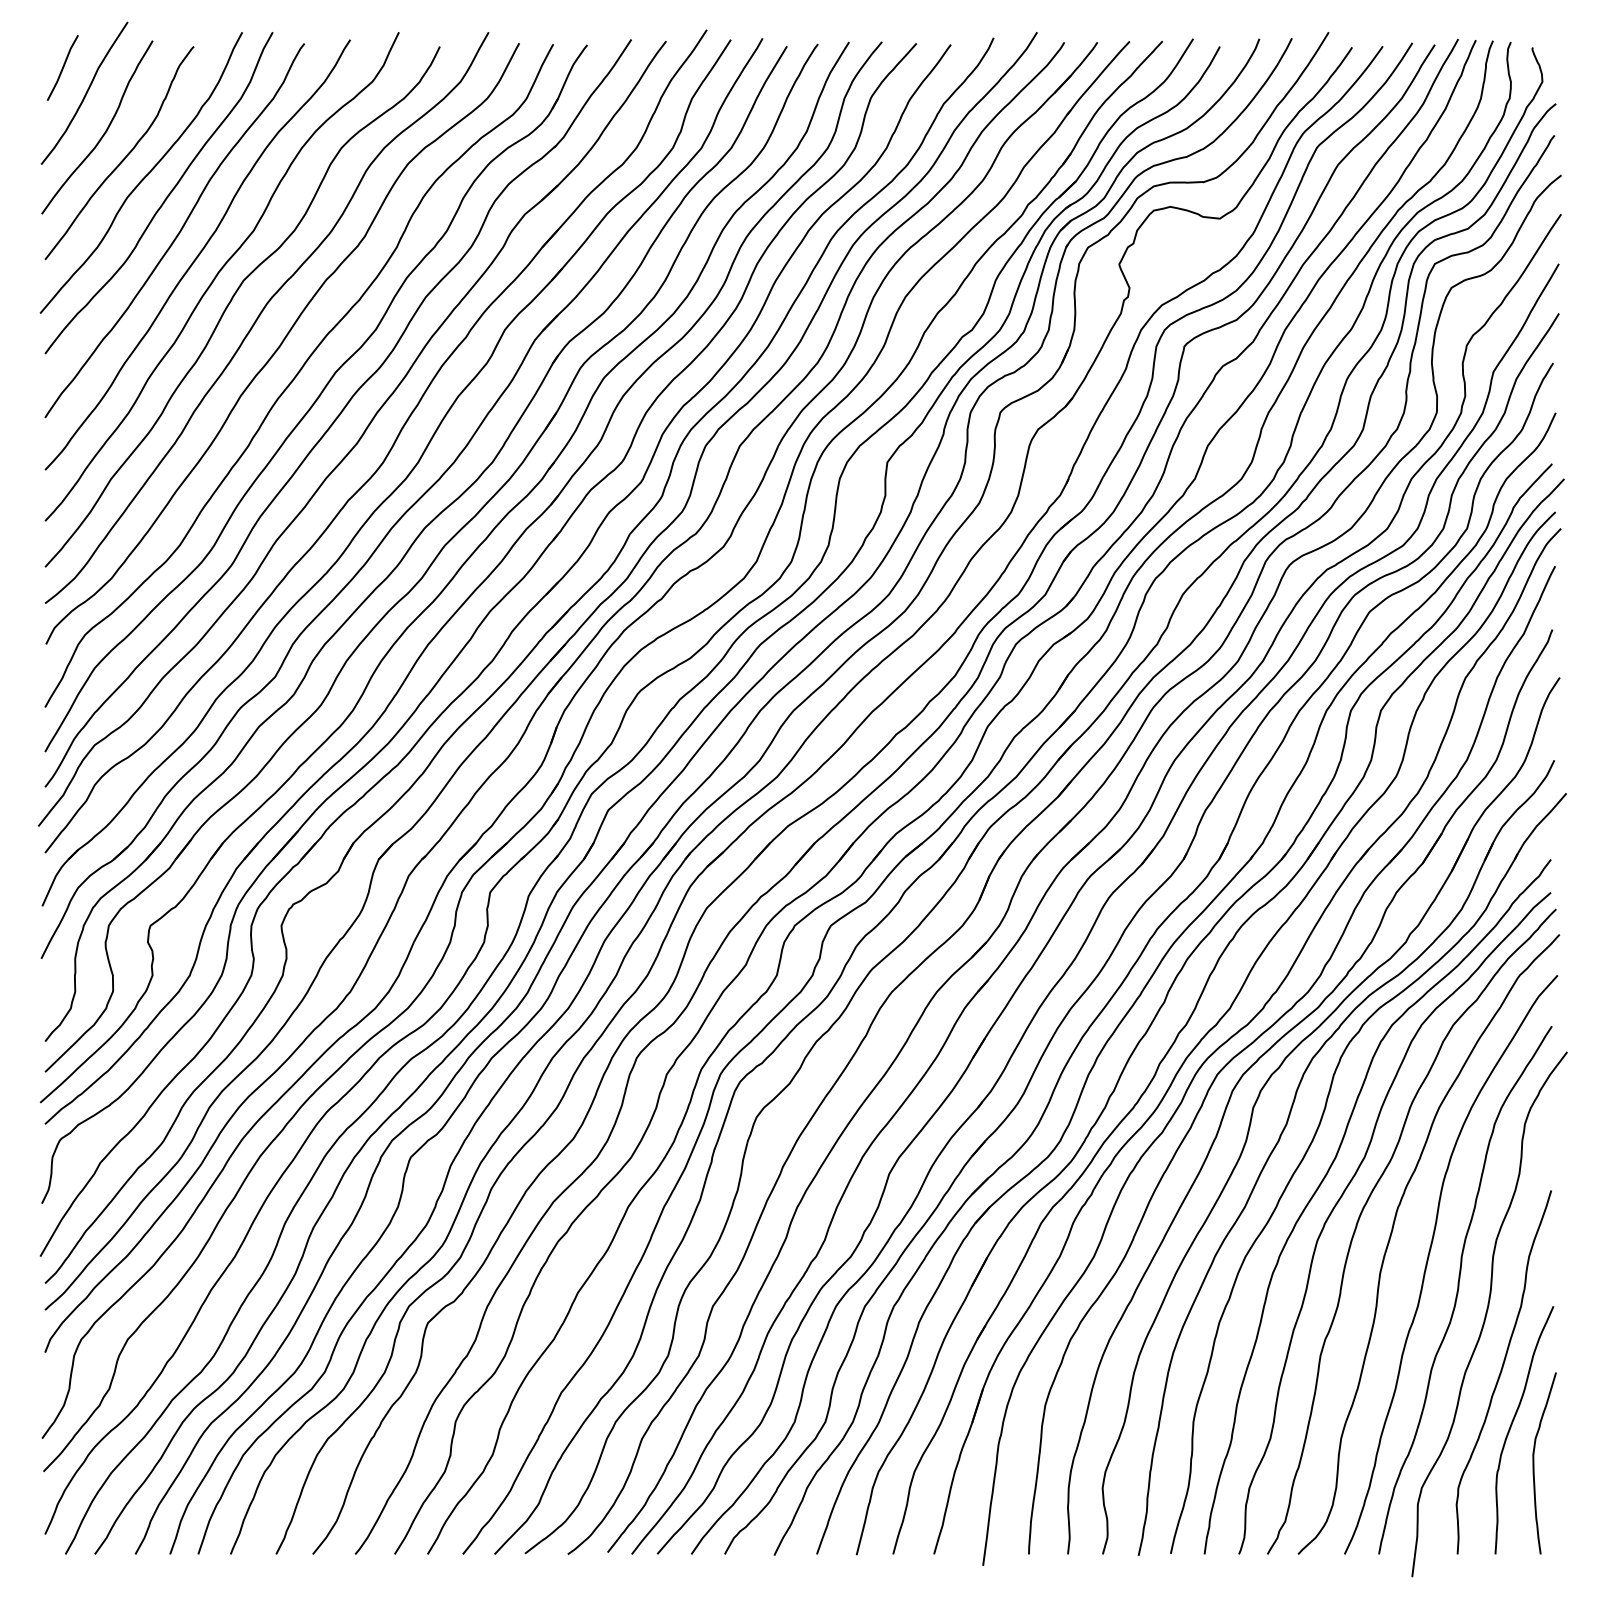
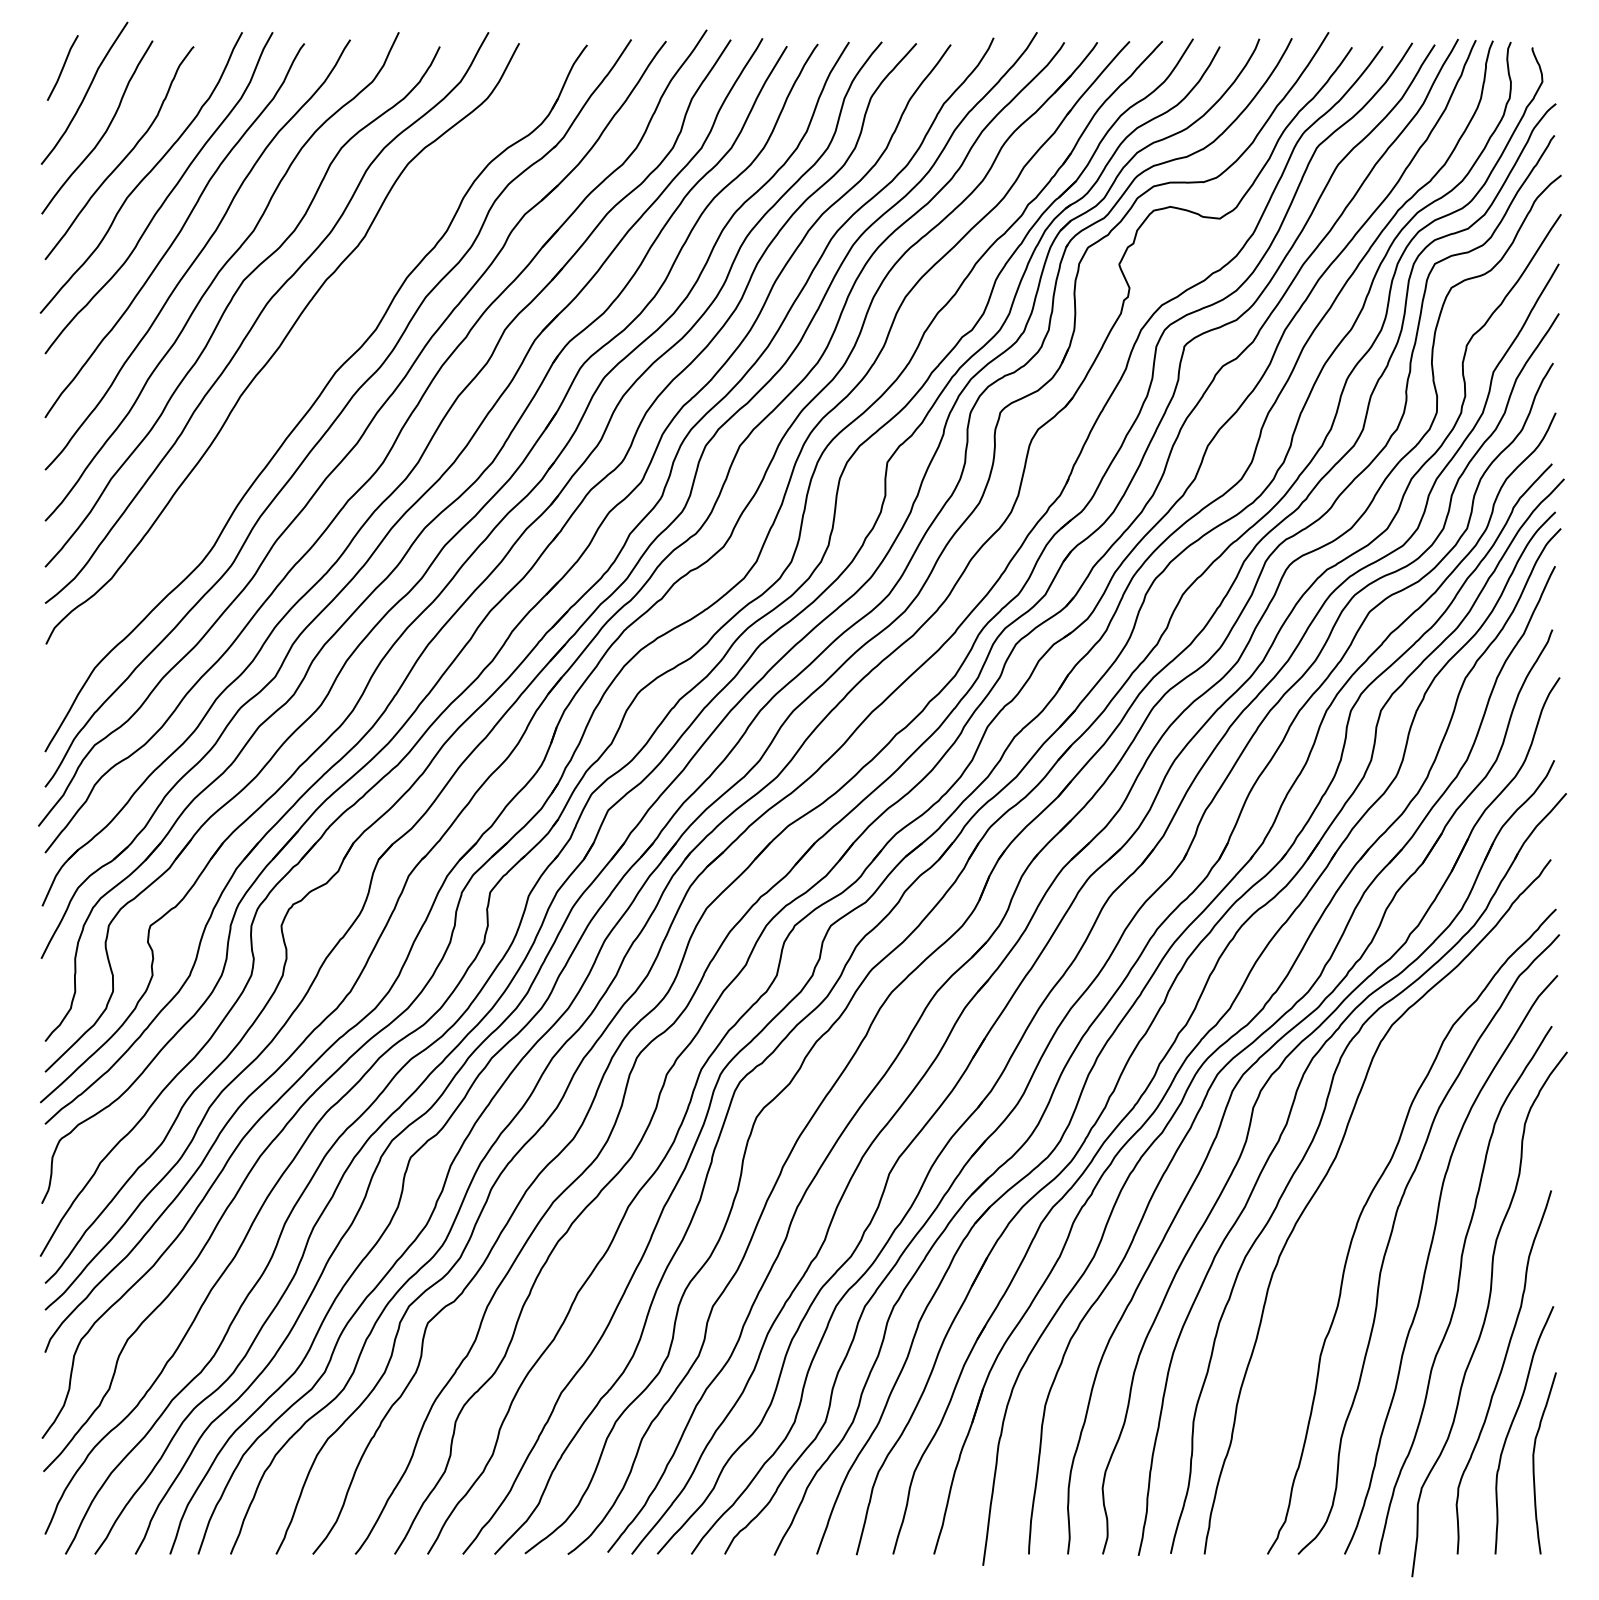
curve at (298, 374): present -> none
curve at (1343, 1195): present -> none
